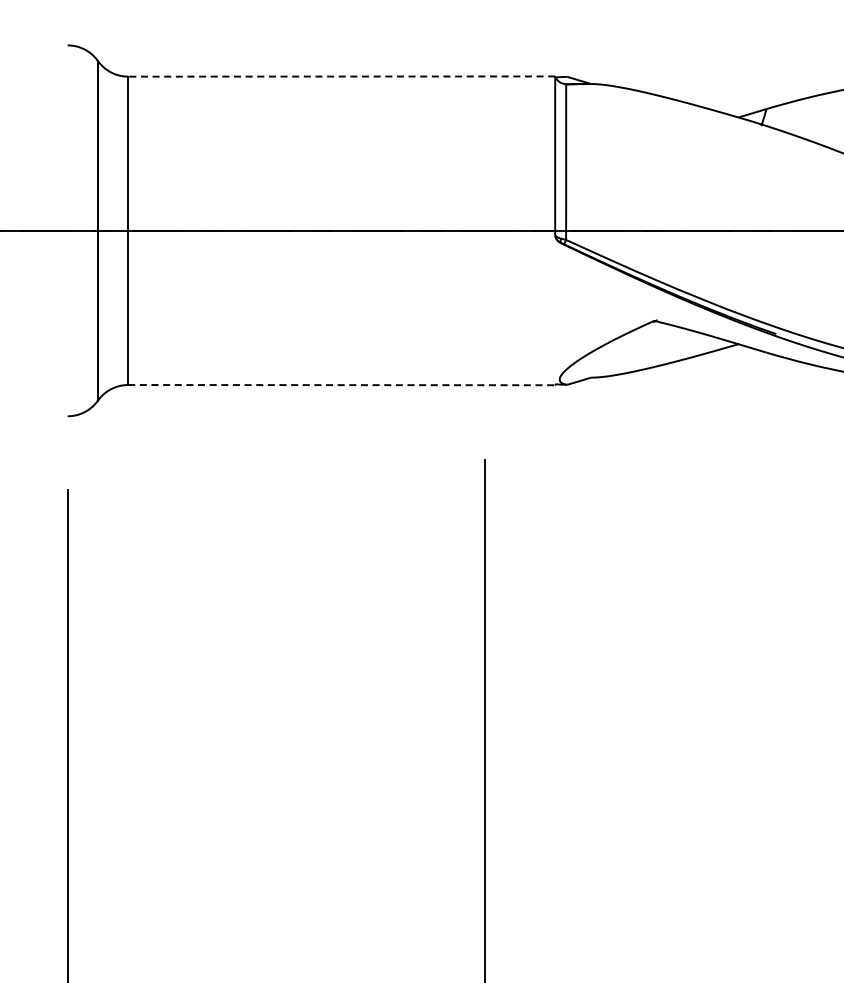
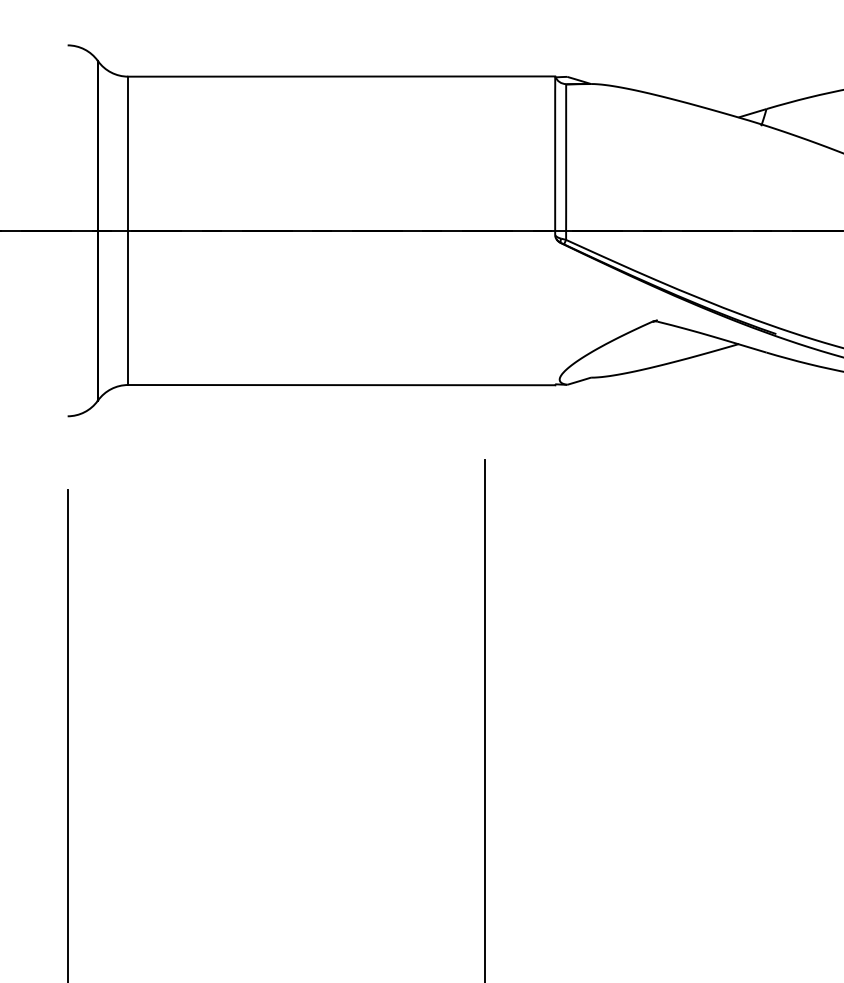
line at (341, 76): dashed -> solid
line at (342, 385): dashed -> solid
